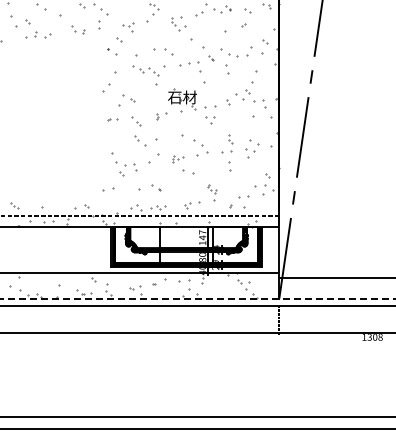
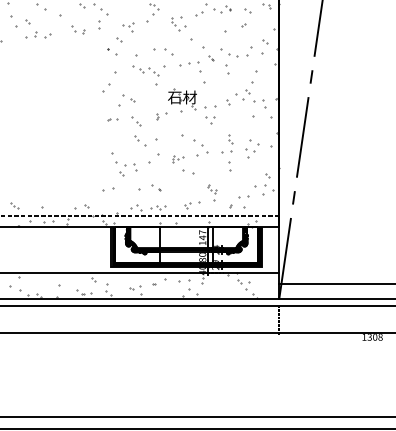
line at (335, 278) position: (335, 278) -> (335, 284)
line at (198, 298): dashed -> solid
